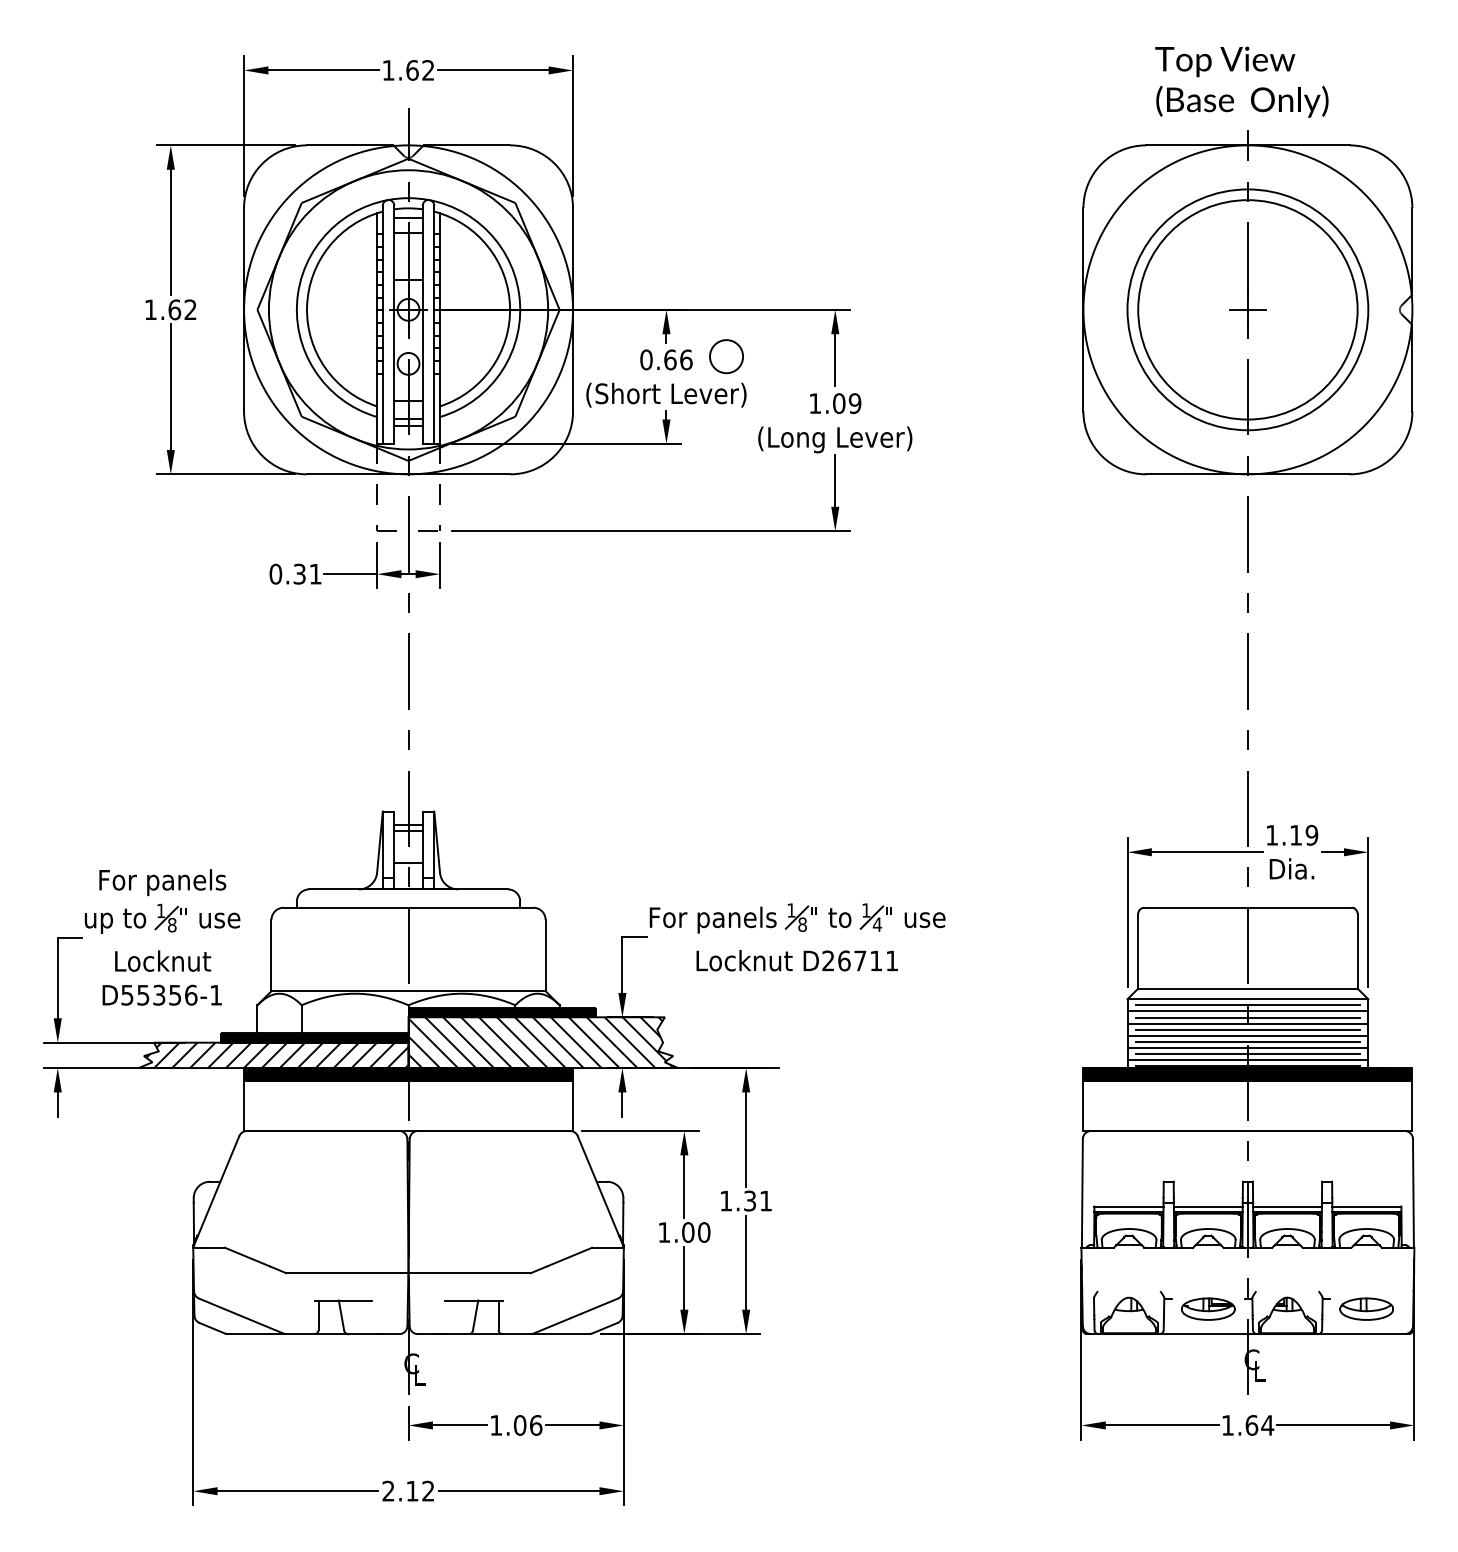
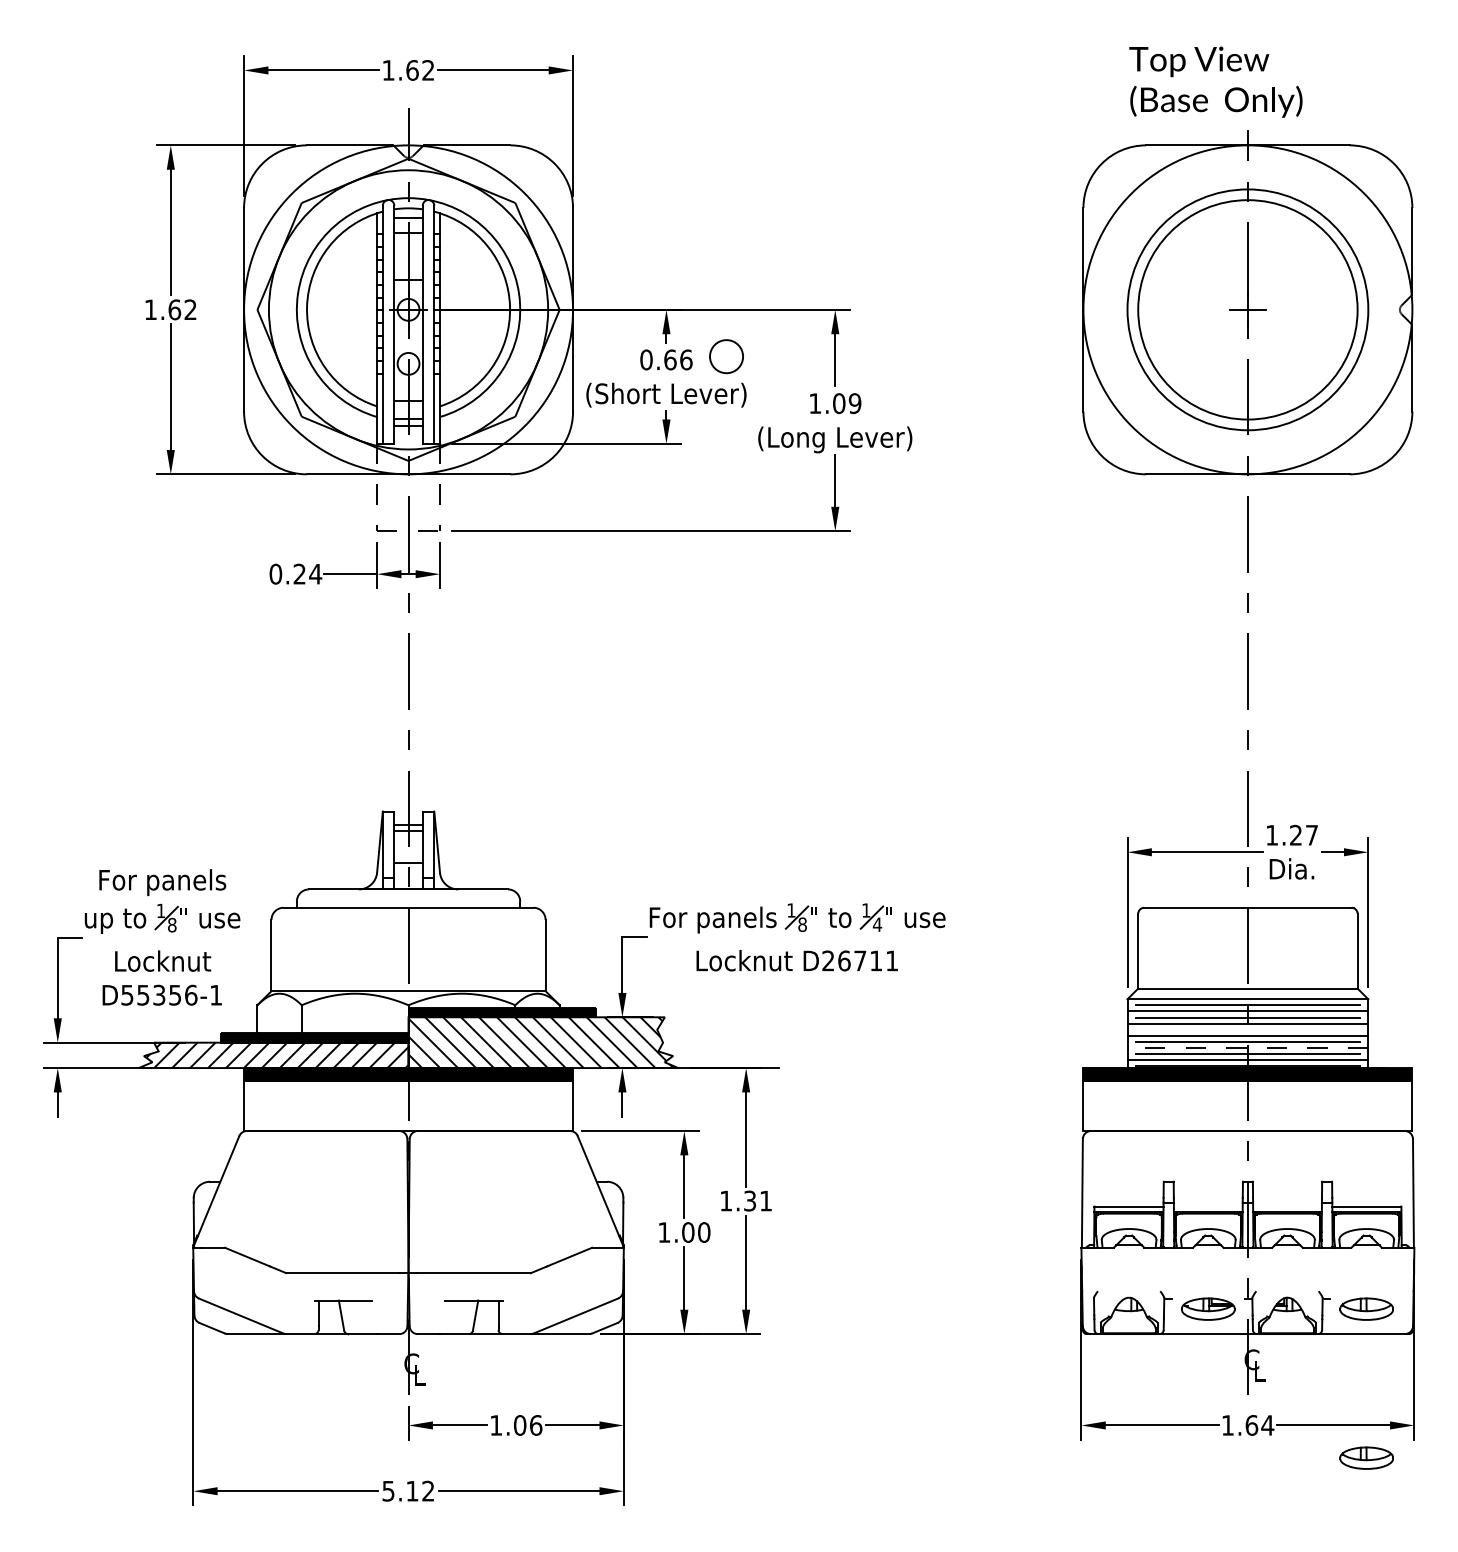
text at (1241, 81) position: (1241, 81) -> (1215, 81)
text at (307, 574): 0.31 -> 0.24
text at (1304, 834): 1.19 -> 1.27
line at (1247, 1029): present -> none
line at (1247, 1048): solid -> dashed
line at (1207, 1206): present -> none
line at (1287, 1206): present -> none
part at (1366, 1457): none -> present
text at (388, 1490): 2.12 -> 5.12
